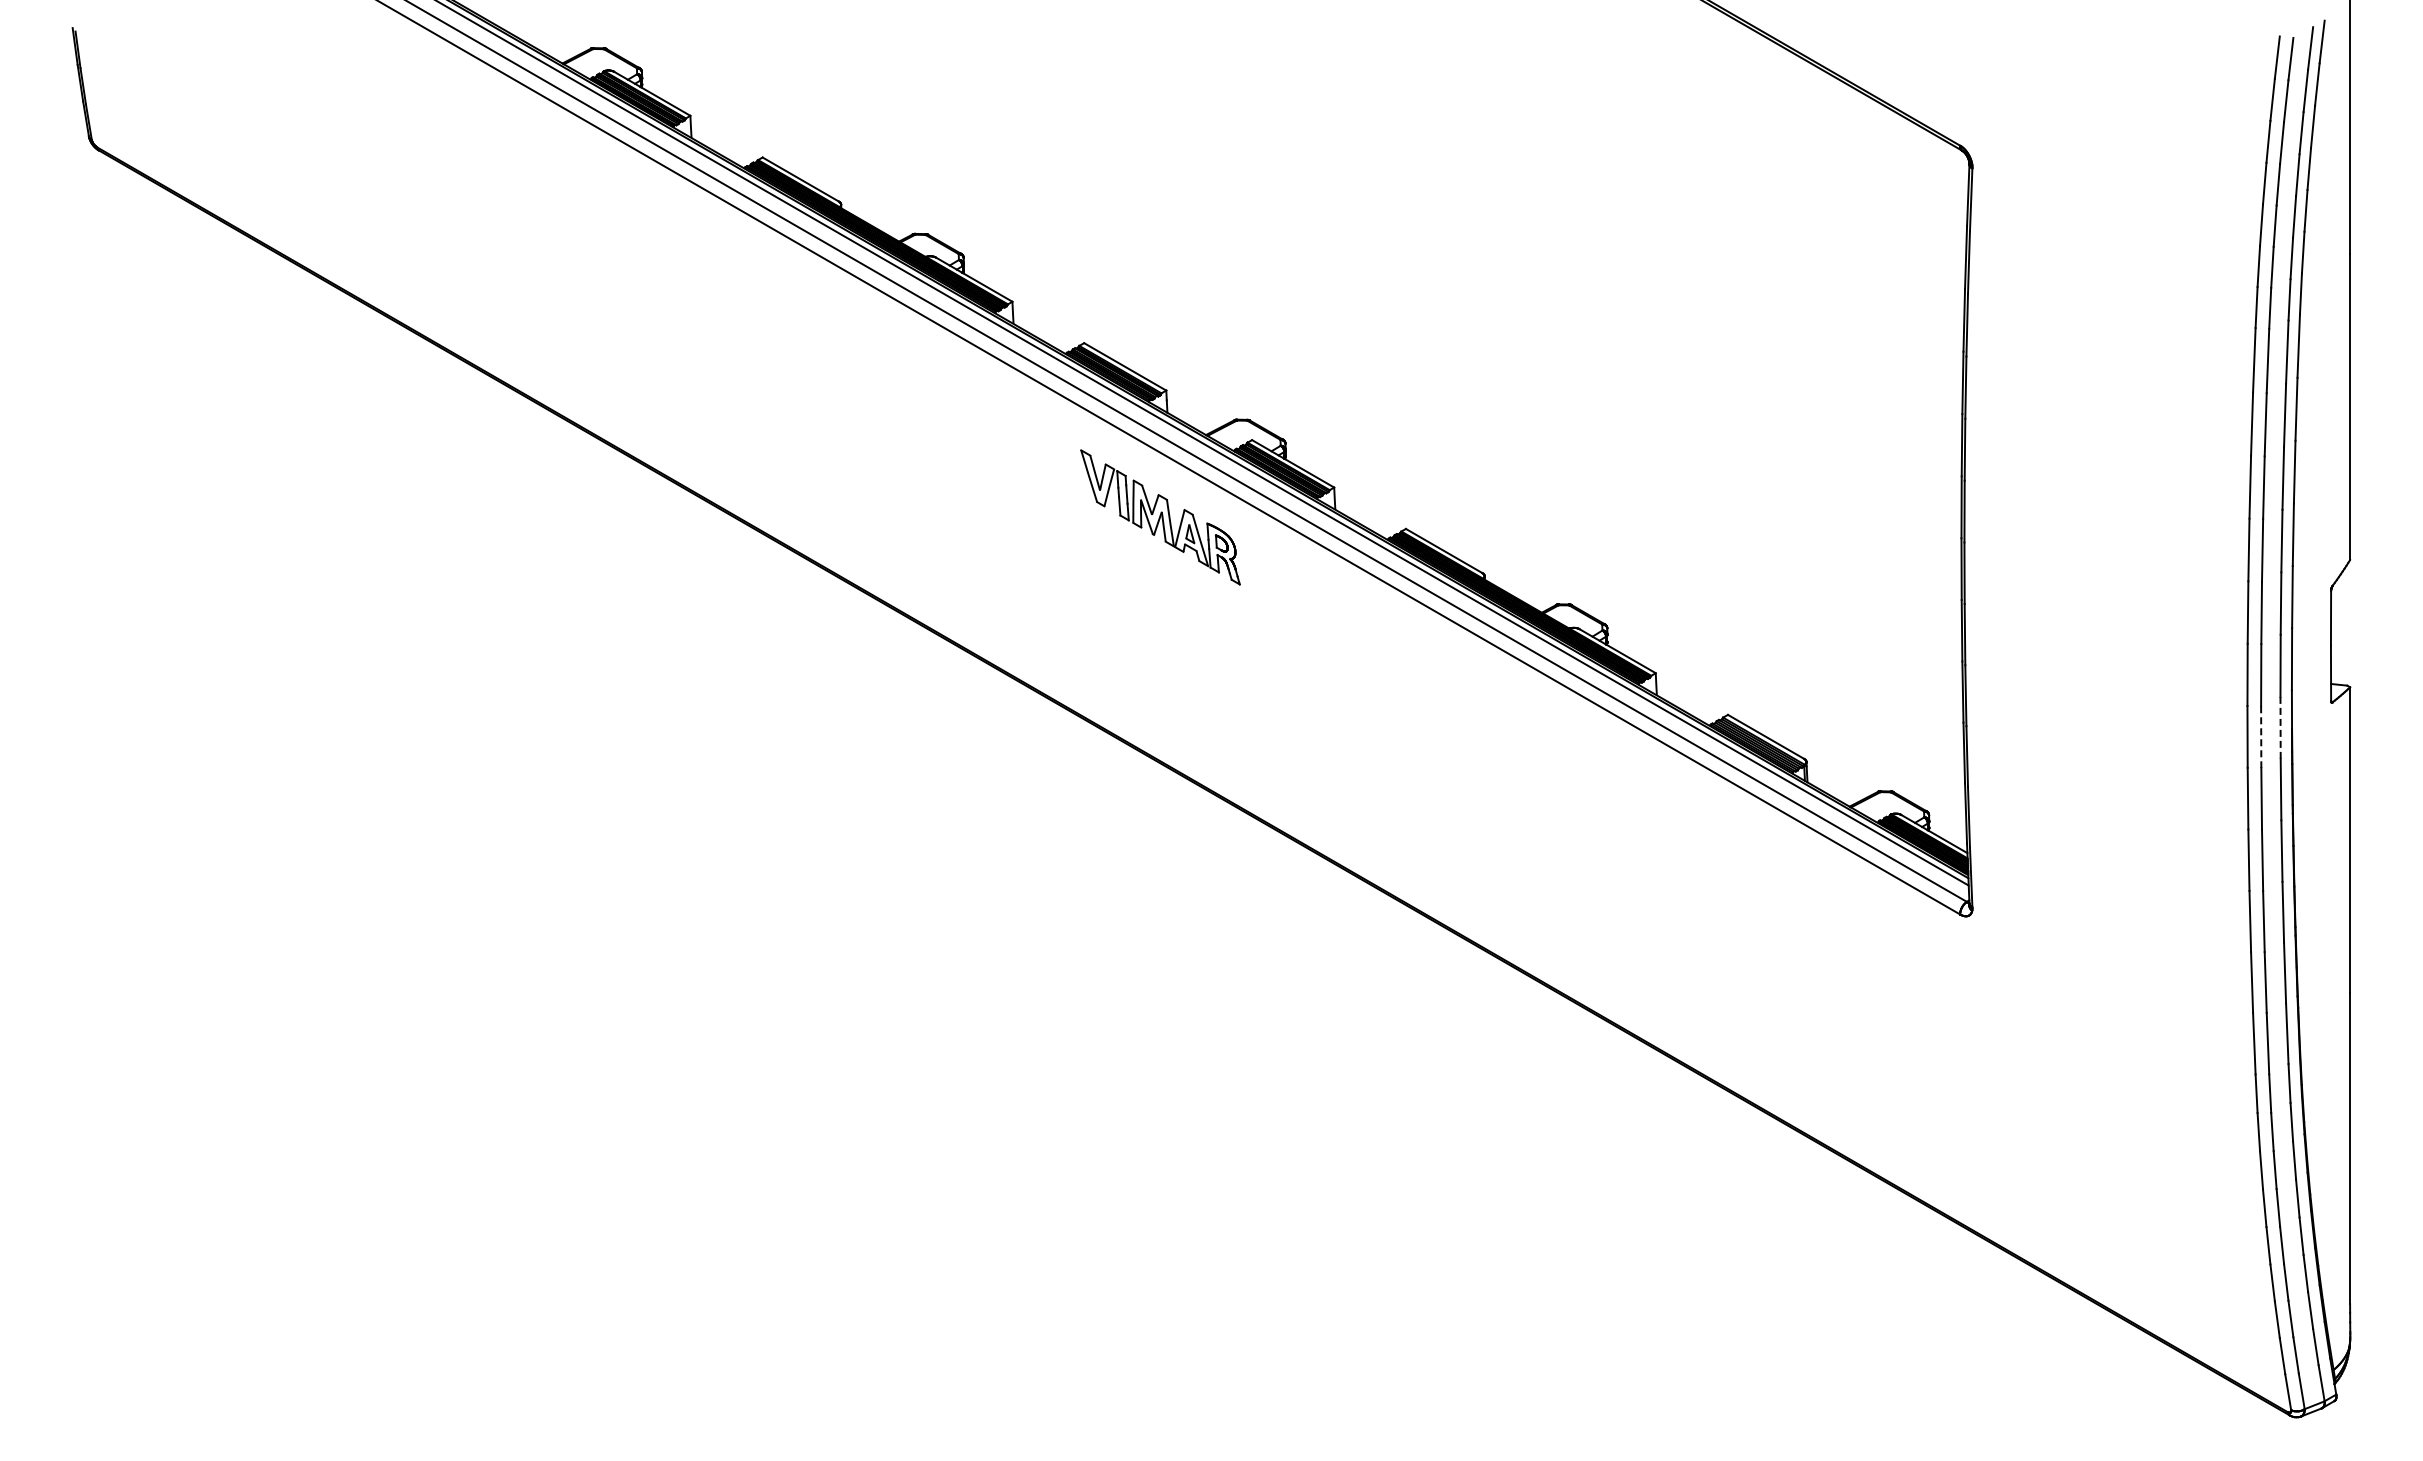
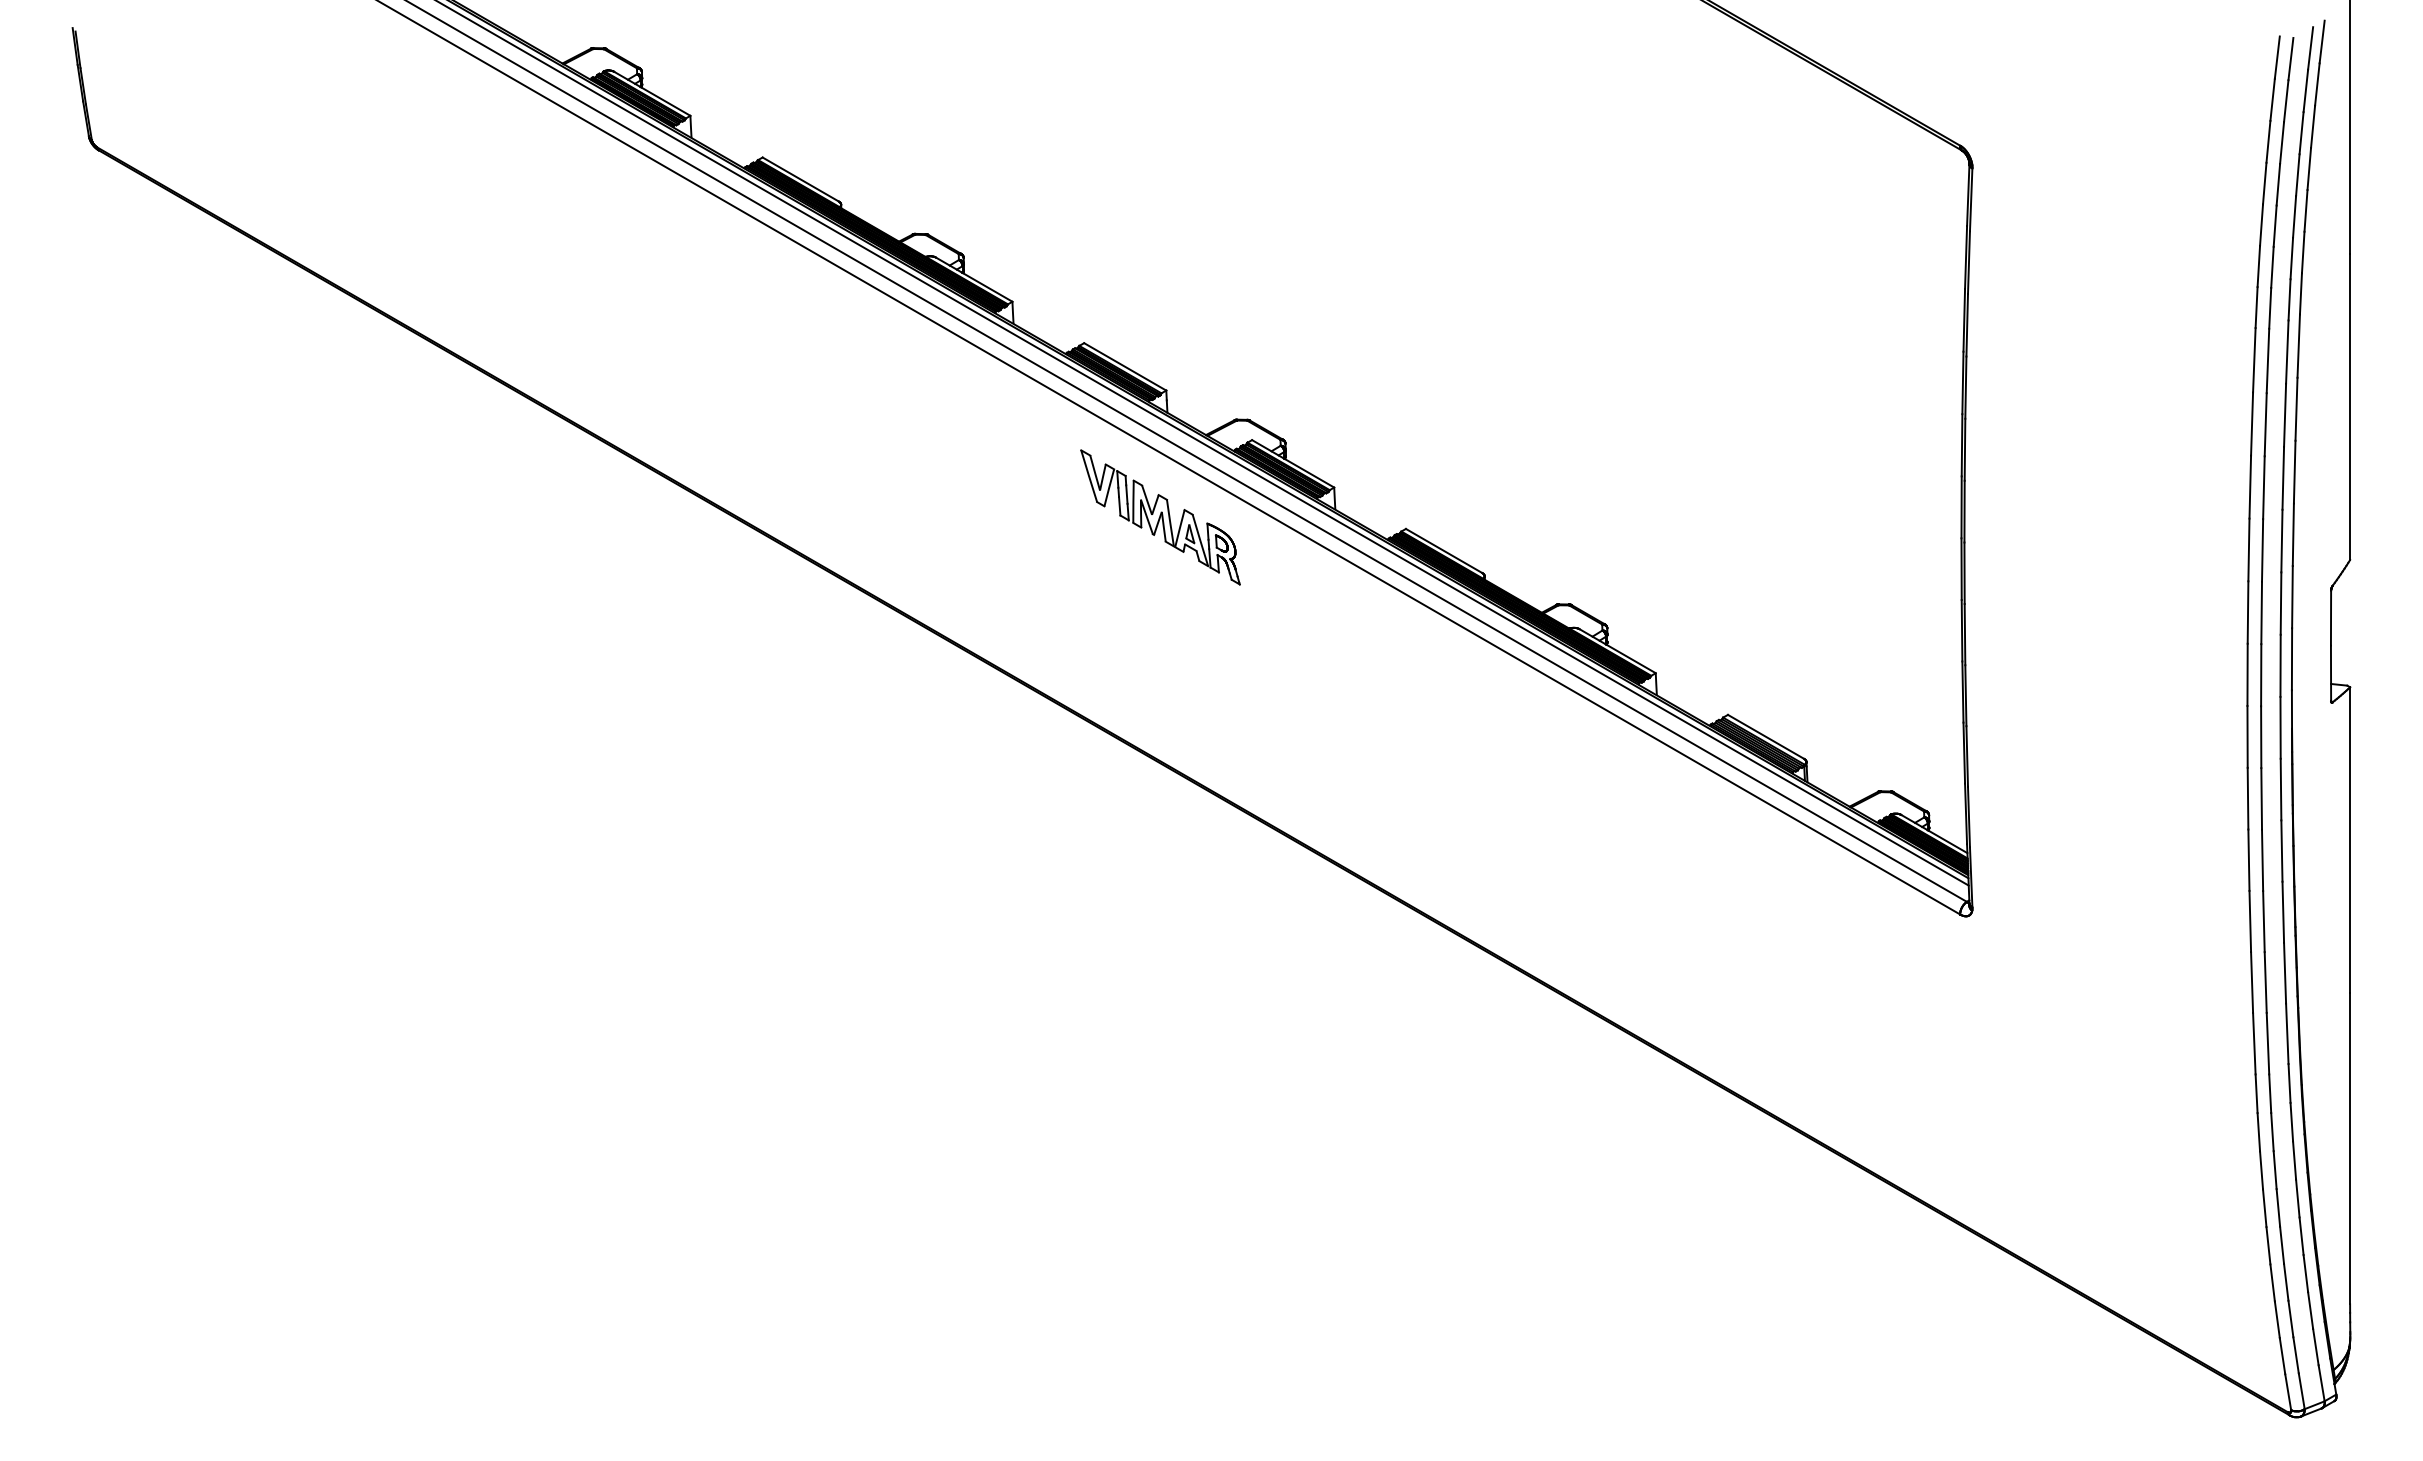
line at (2280, 727): dashed -> solid
line at (2261, 737): dashed -> solid
